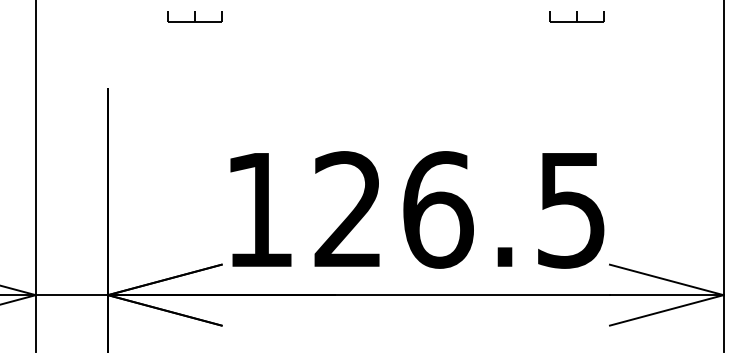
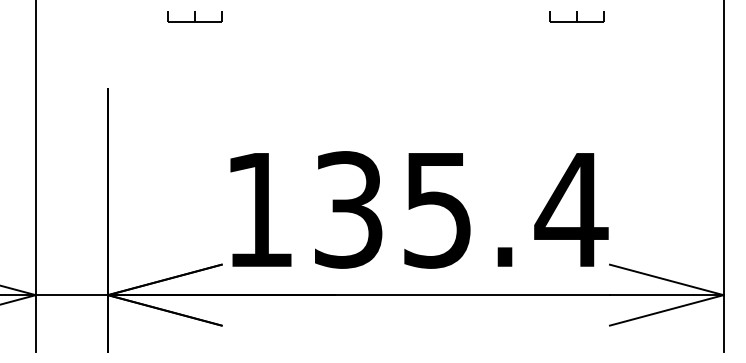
text at (461, 209): 126.5 -> 135.4
